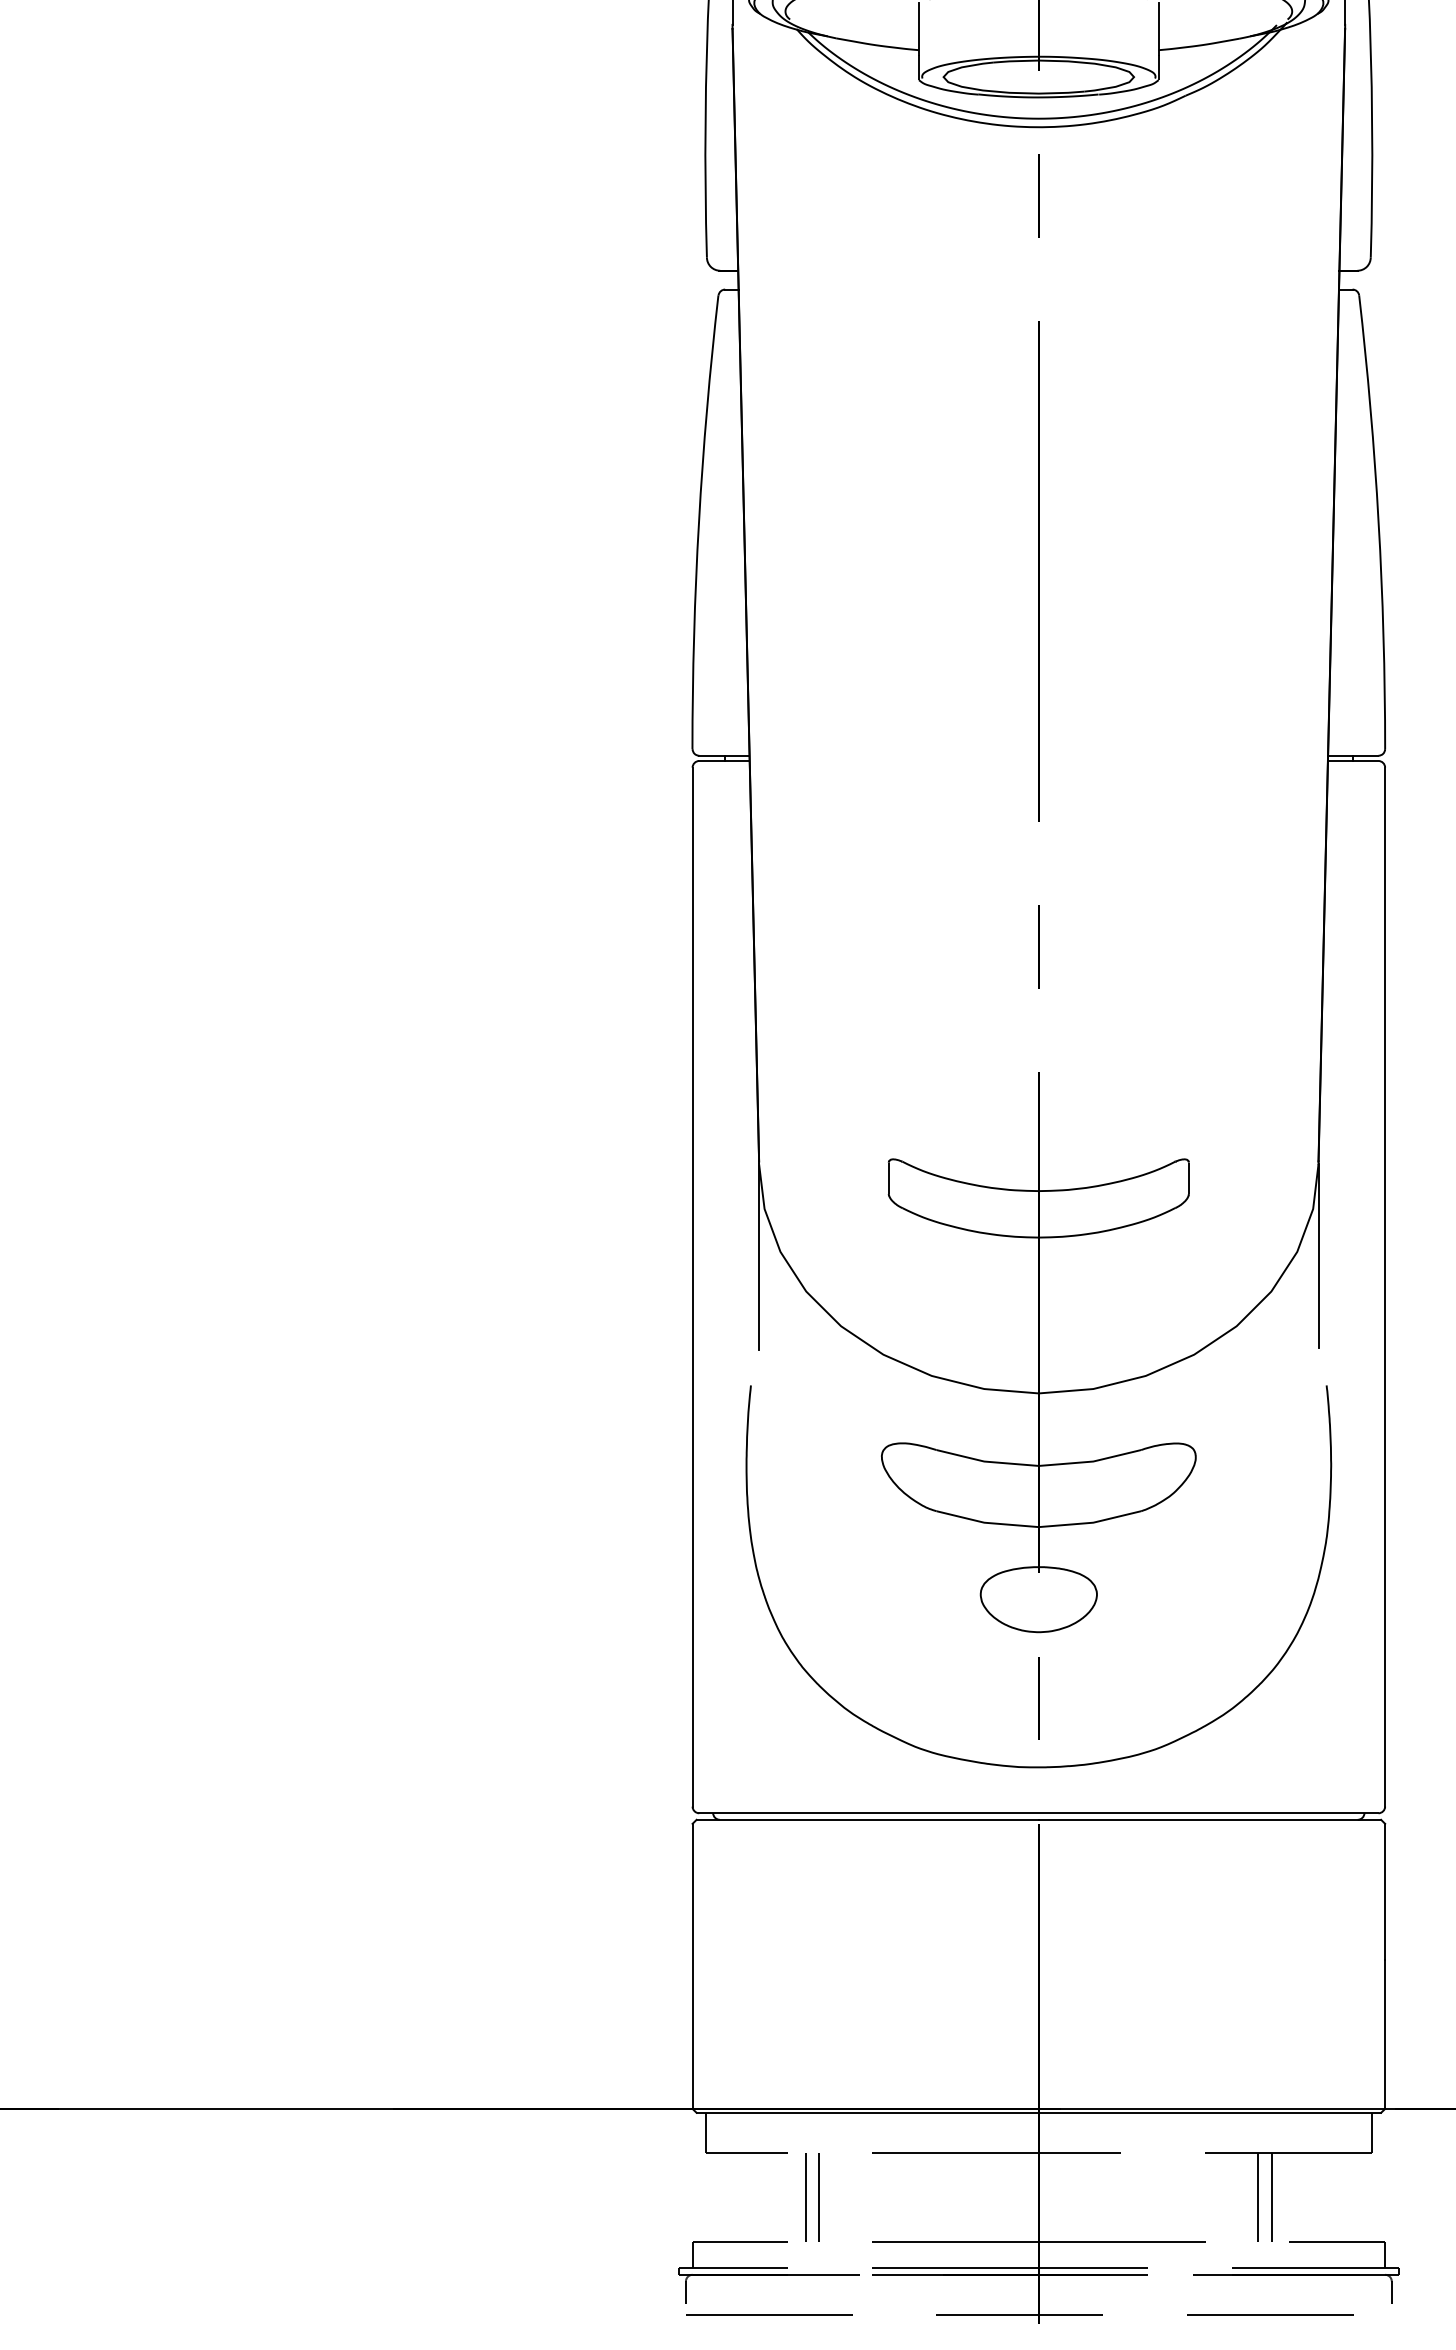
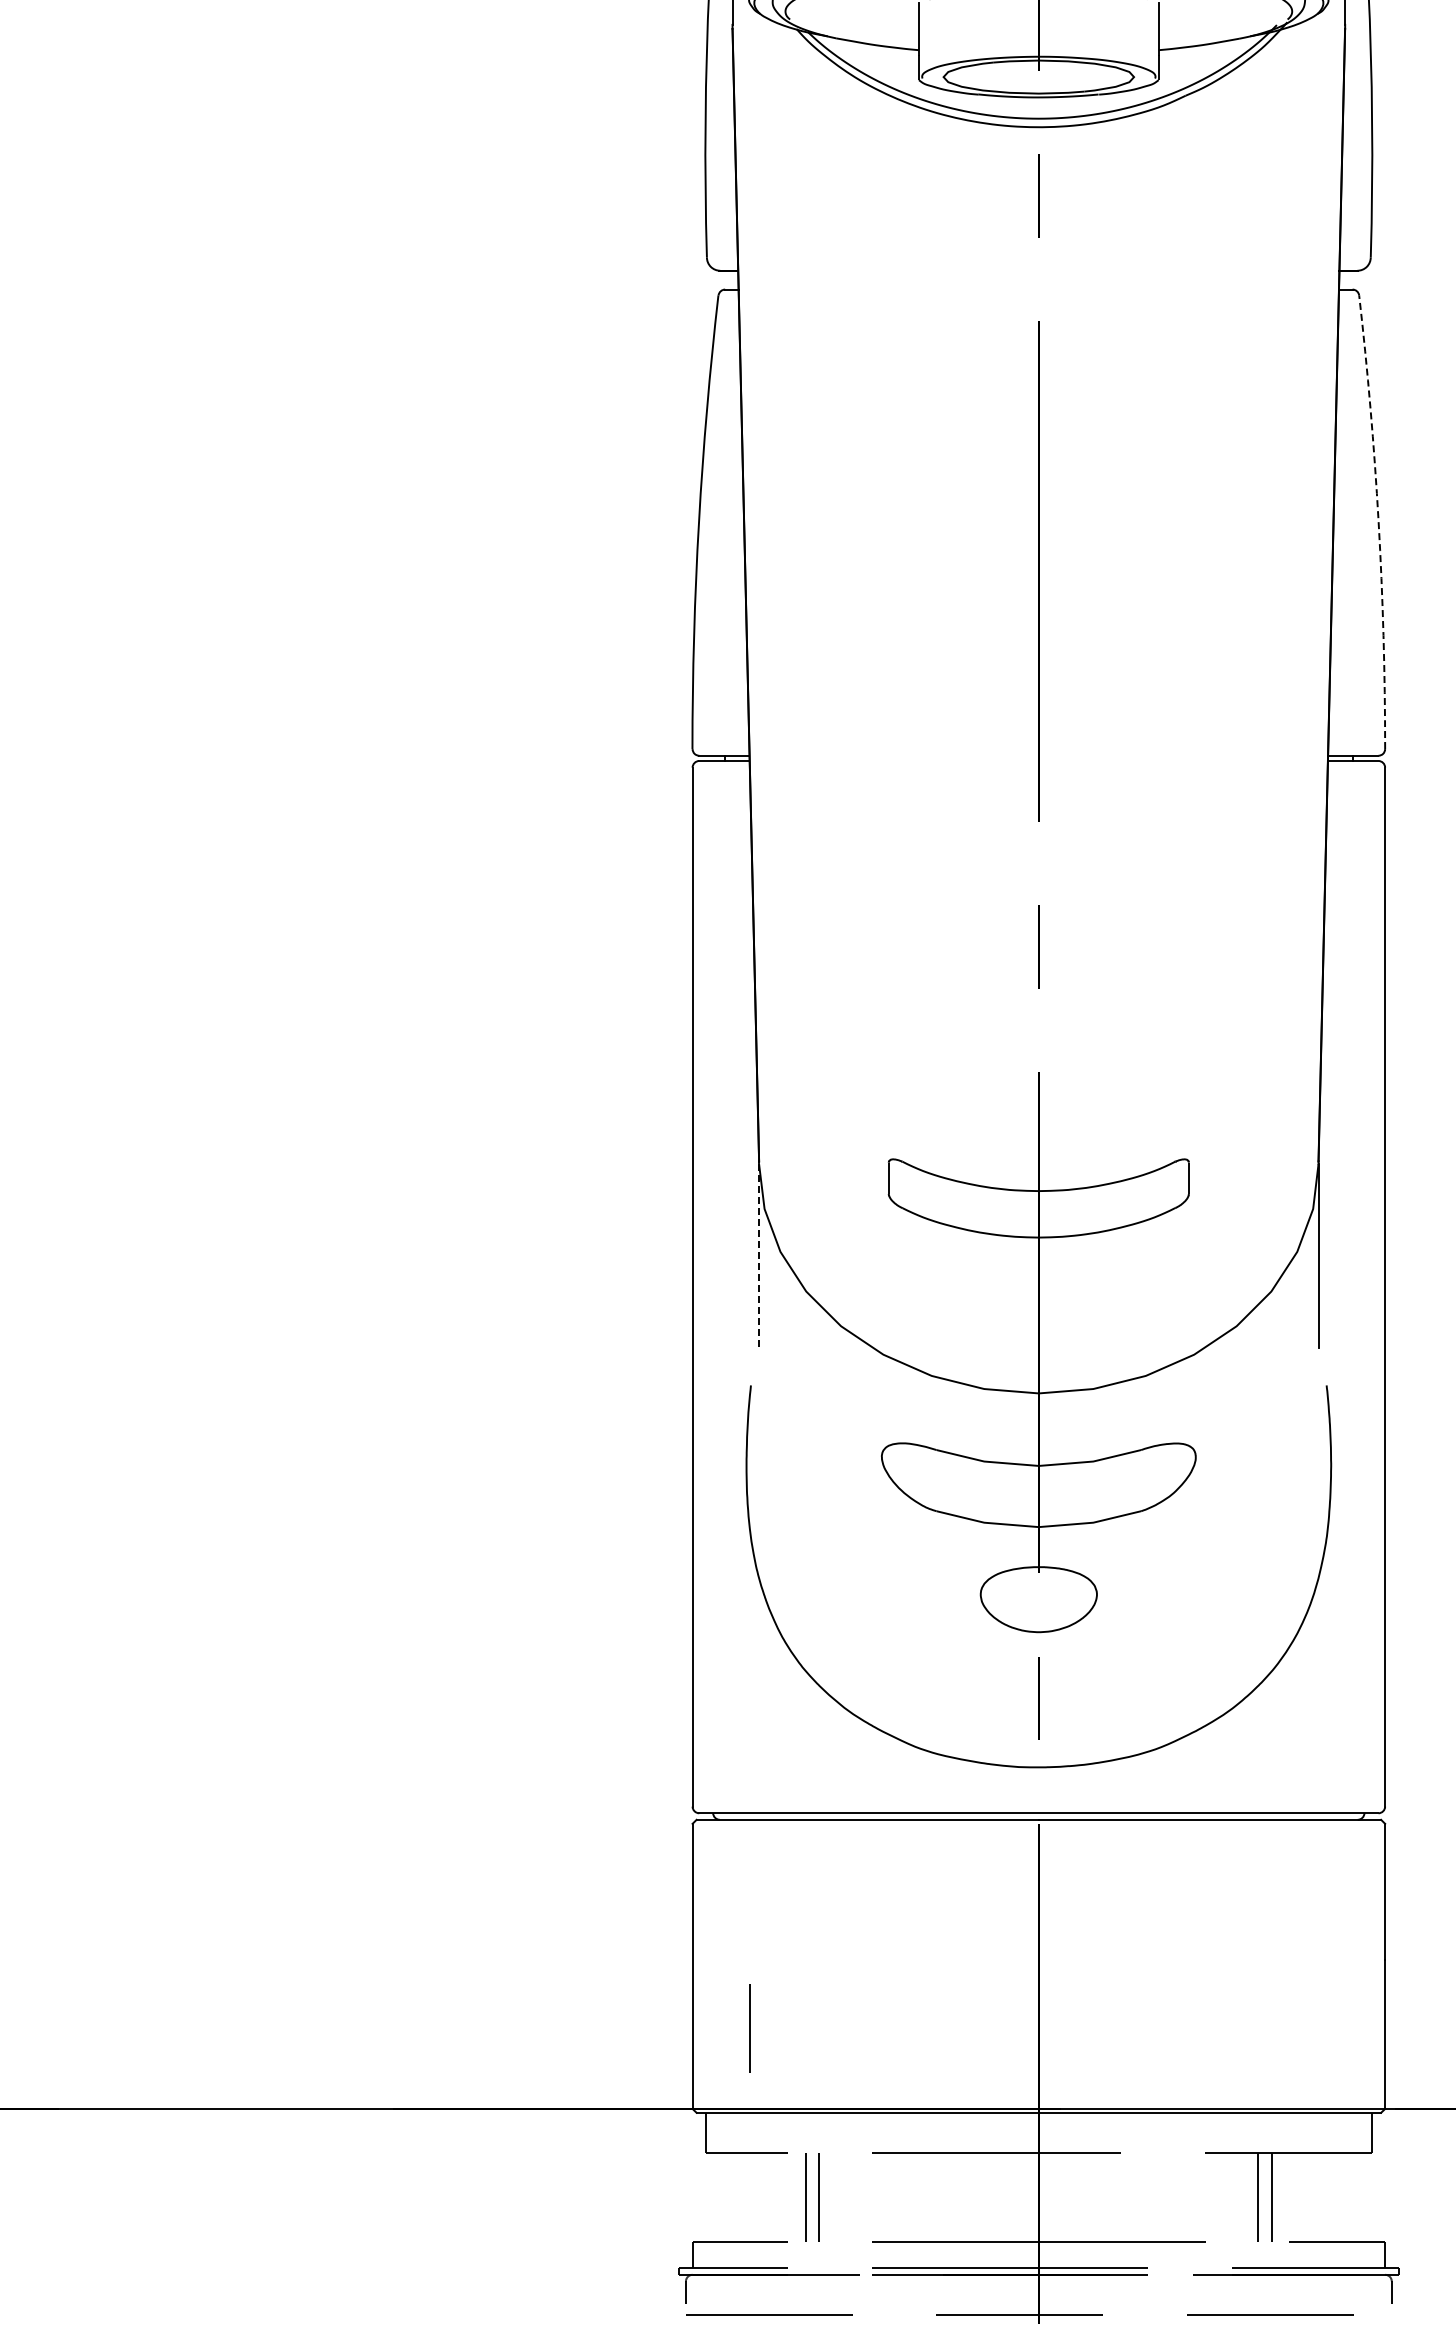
arc at (1378, 521): solid -> dashed
line at (759, 1257): solid -> dashed
line at (749, 2028): none -> present
